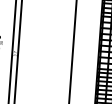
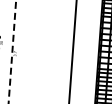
line at (17, 51): present -> none
line at (12, 52): solid -> dashed
